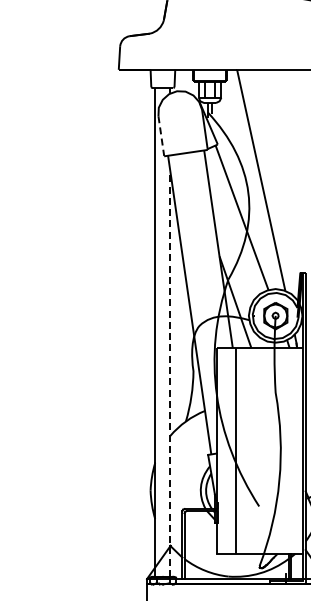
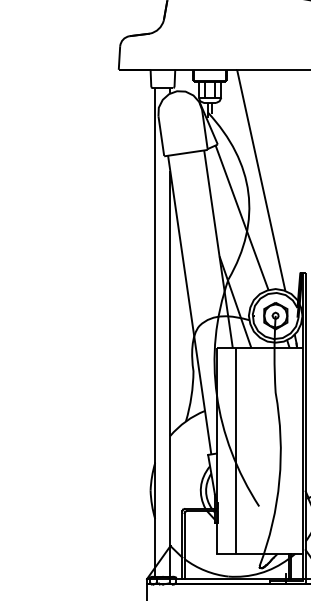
line at (161, 136): dashed -> solid
line at (170, 374): dashed -> solid
